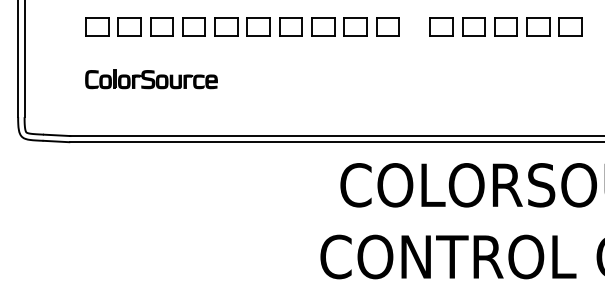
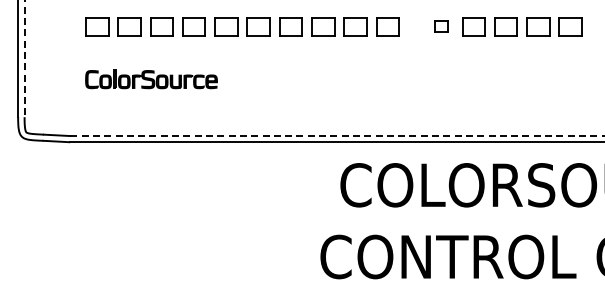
part at (441, 26) size: 25x20 px -> 15x13 px
line at (24, 59): solid -> dashed
line at (337, 136): solid -> dashed
